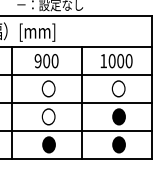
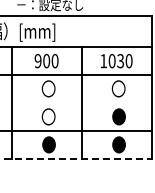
text at (120, 61): 1000 -> 1030
line at (76, 103): present -> none
line at (76, 159): solid -> dashed
